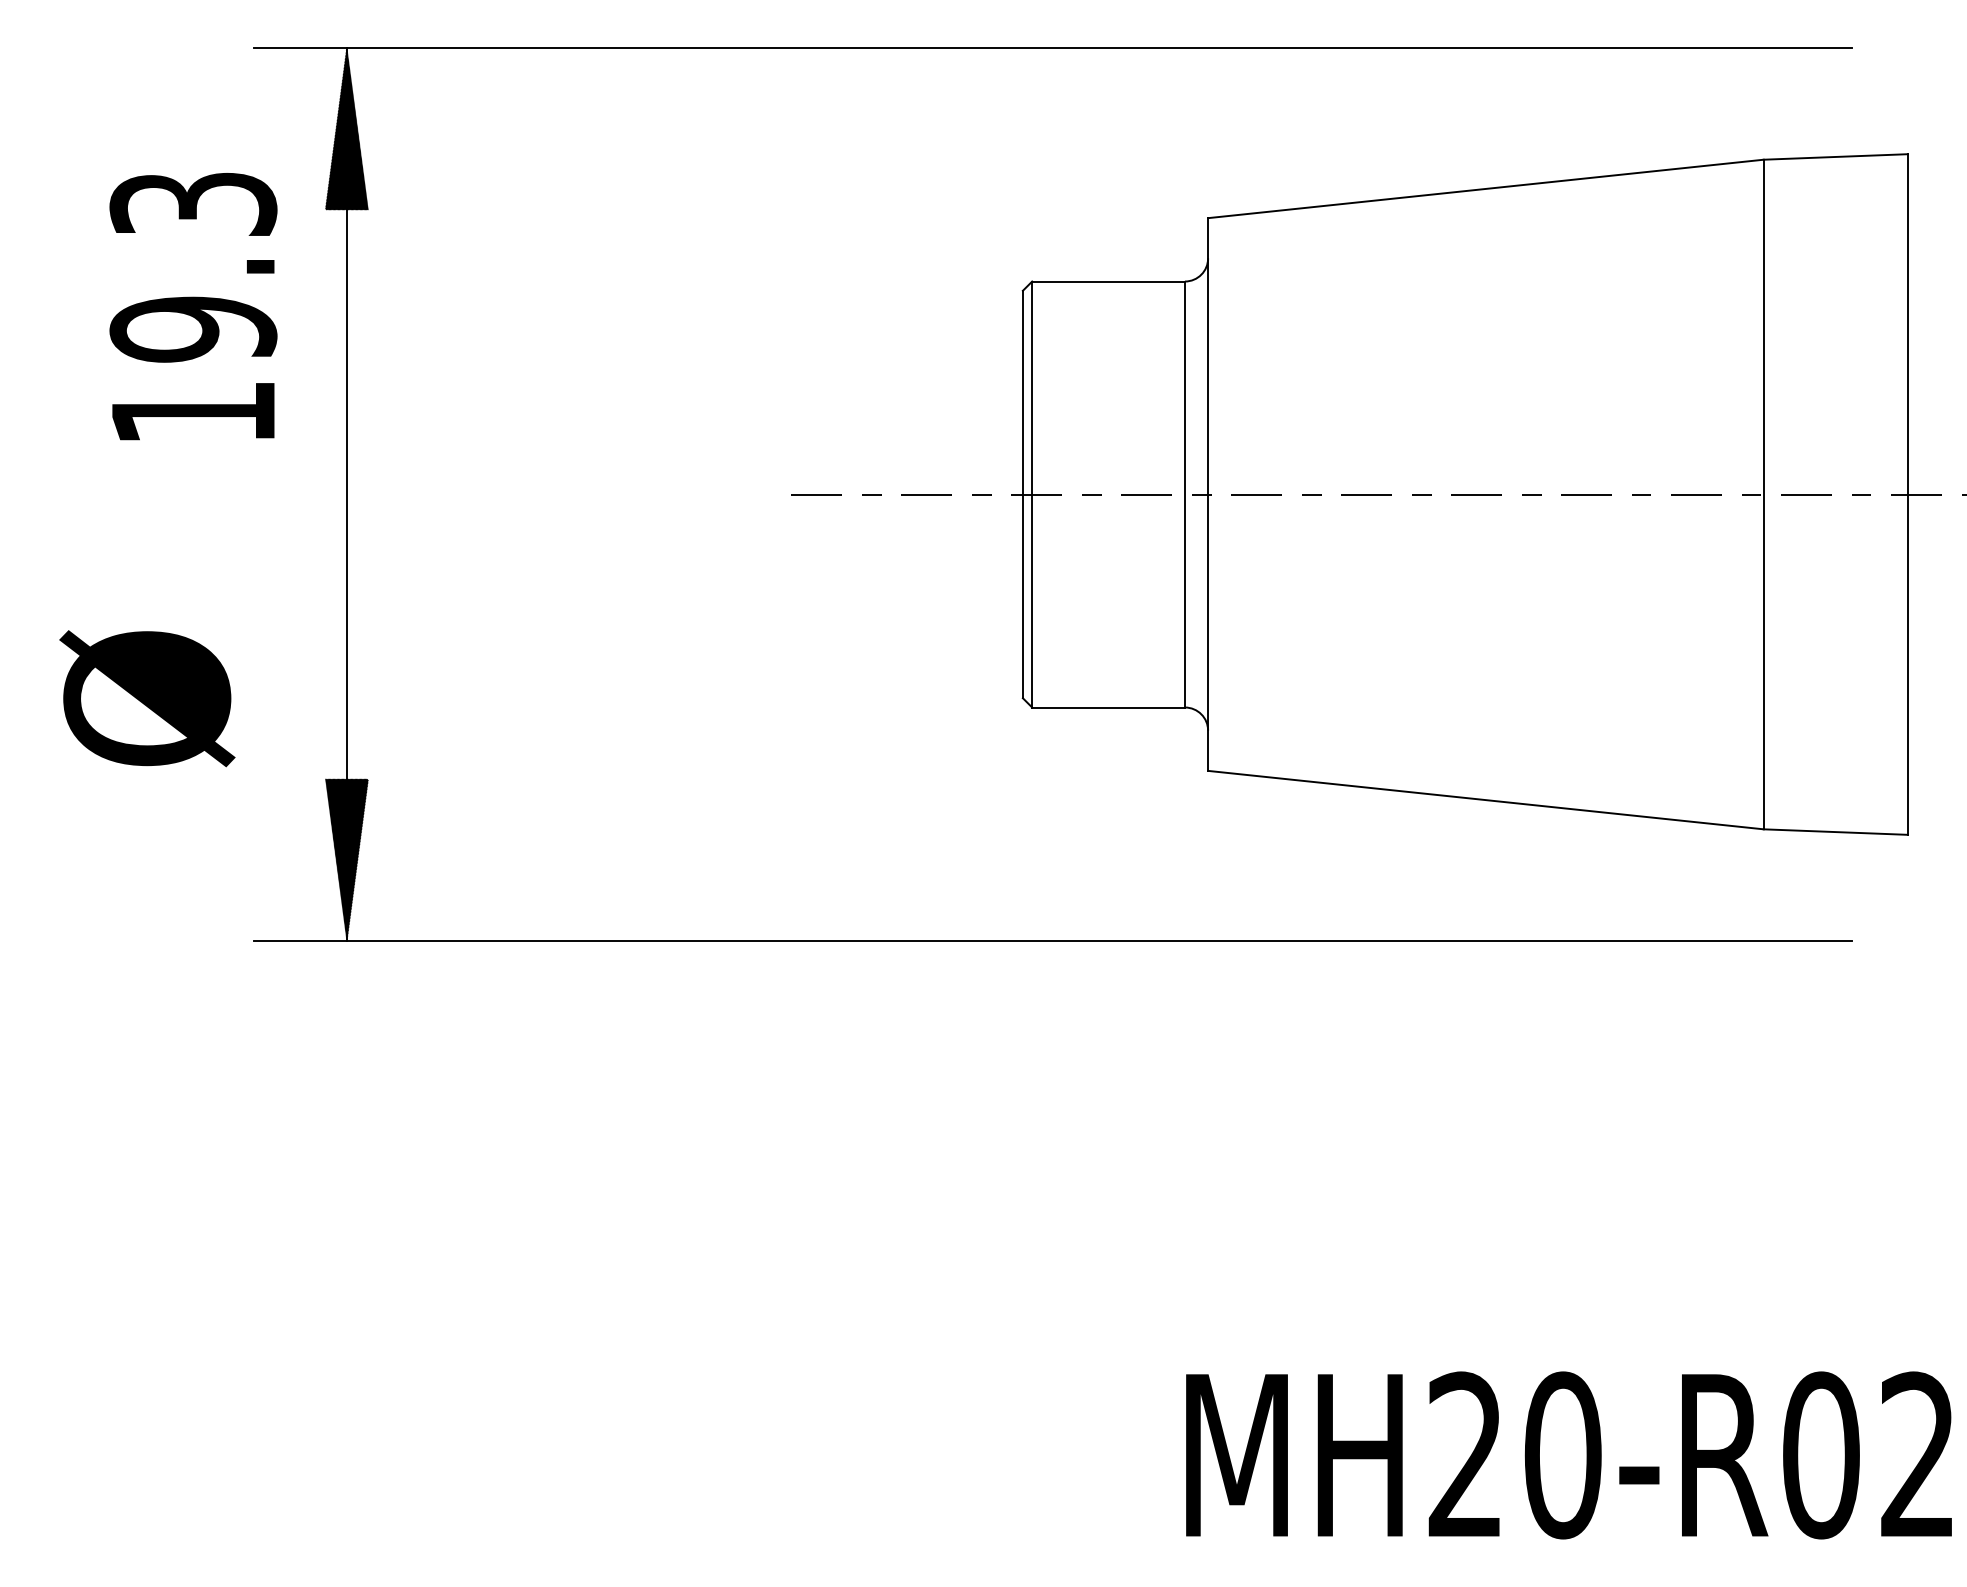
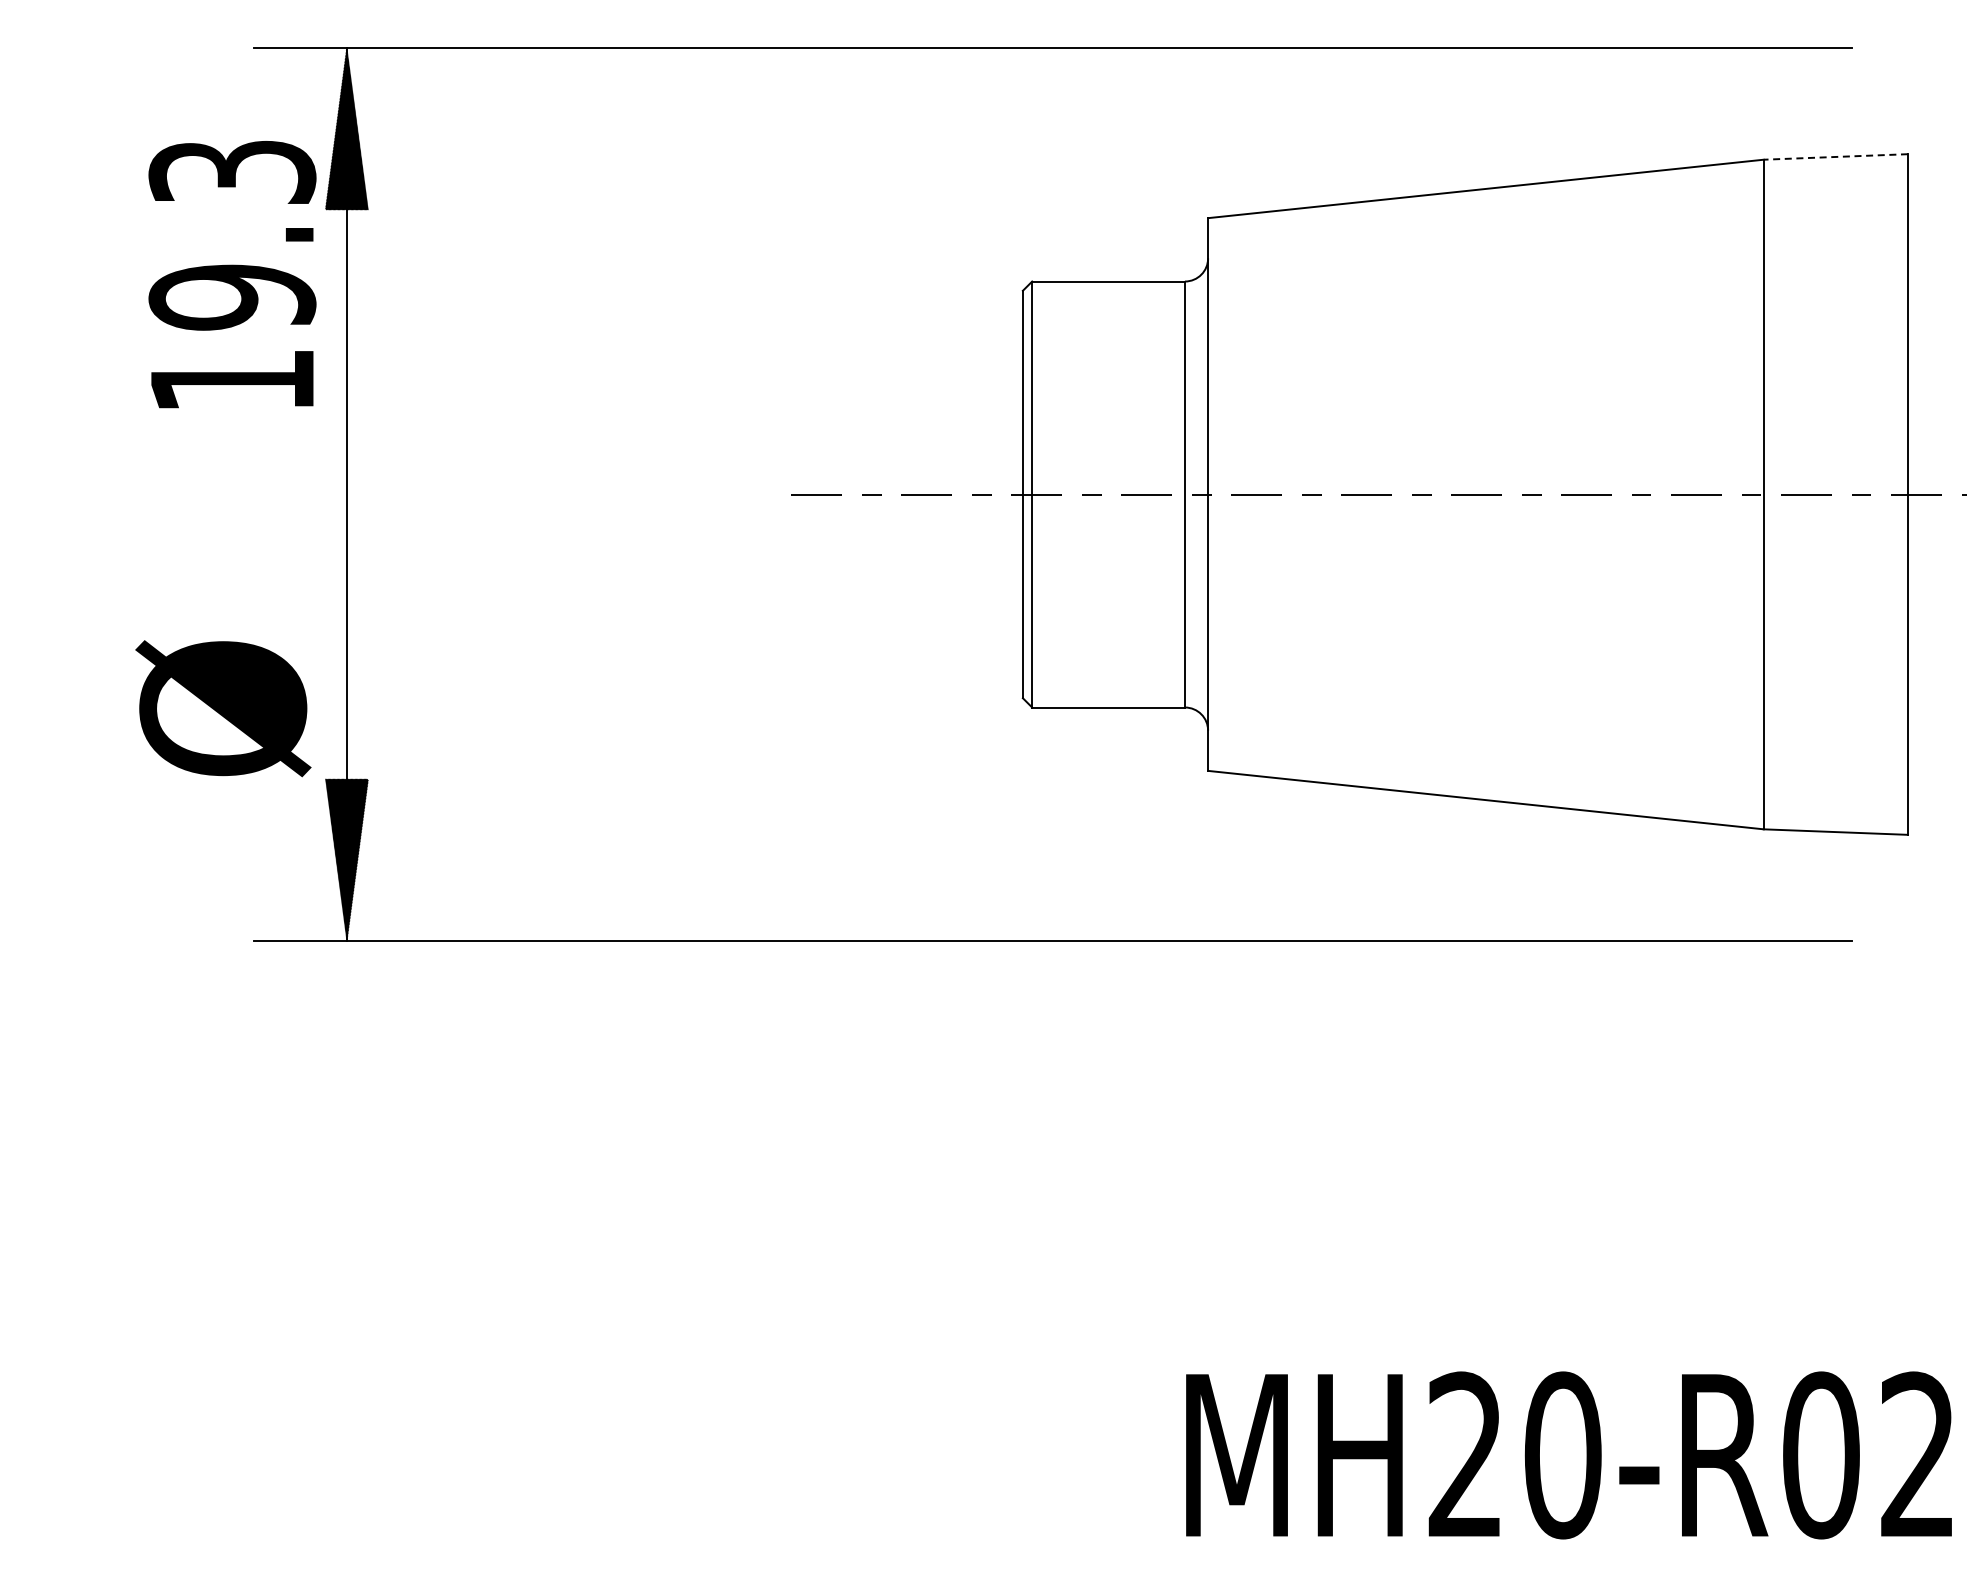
line at (1835, 156): solid -> dashed
text at (193, 306) position: (193, 306) -> (232, 274)
text at (147, 698) position: (147, 698) -> (223, 708)
